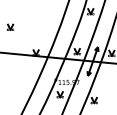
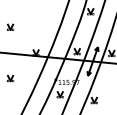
part at (10, 78): none -> present
